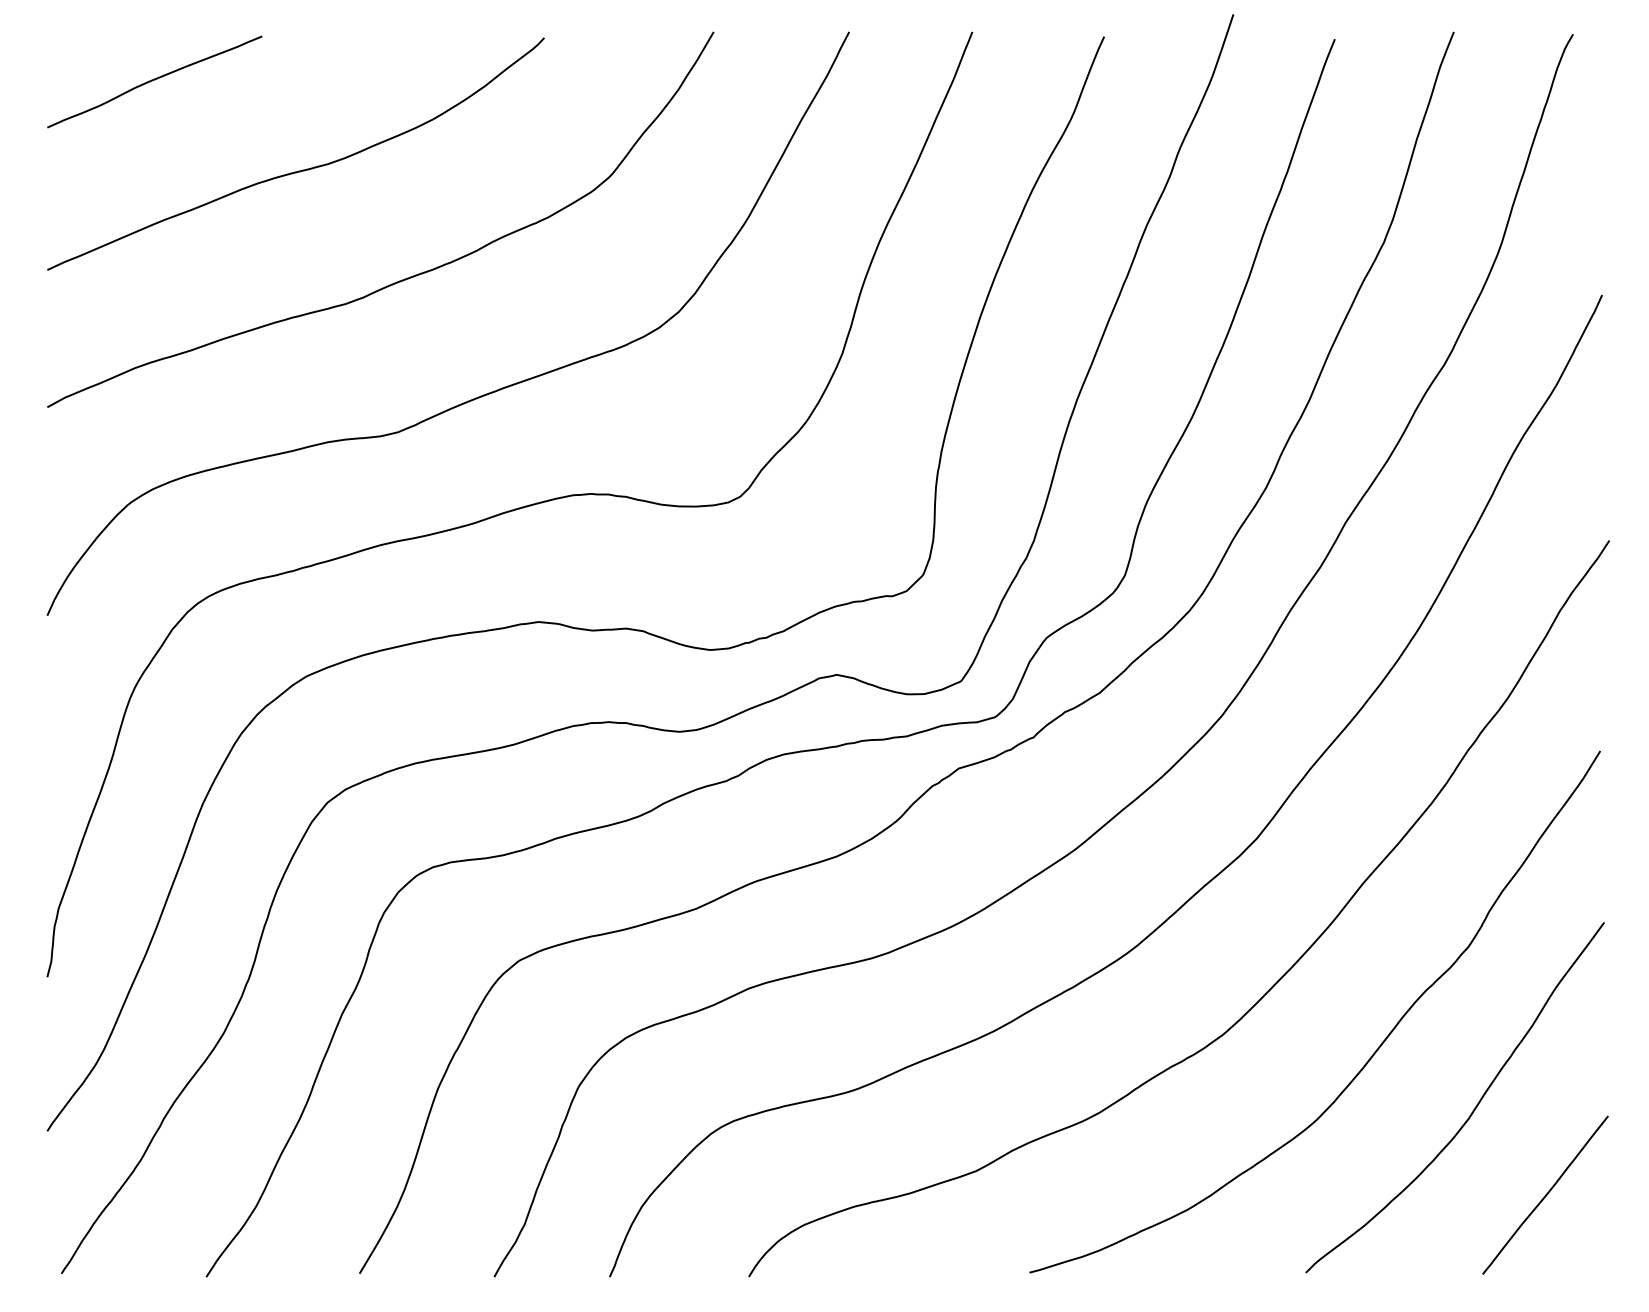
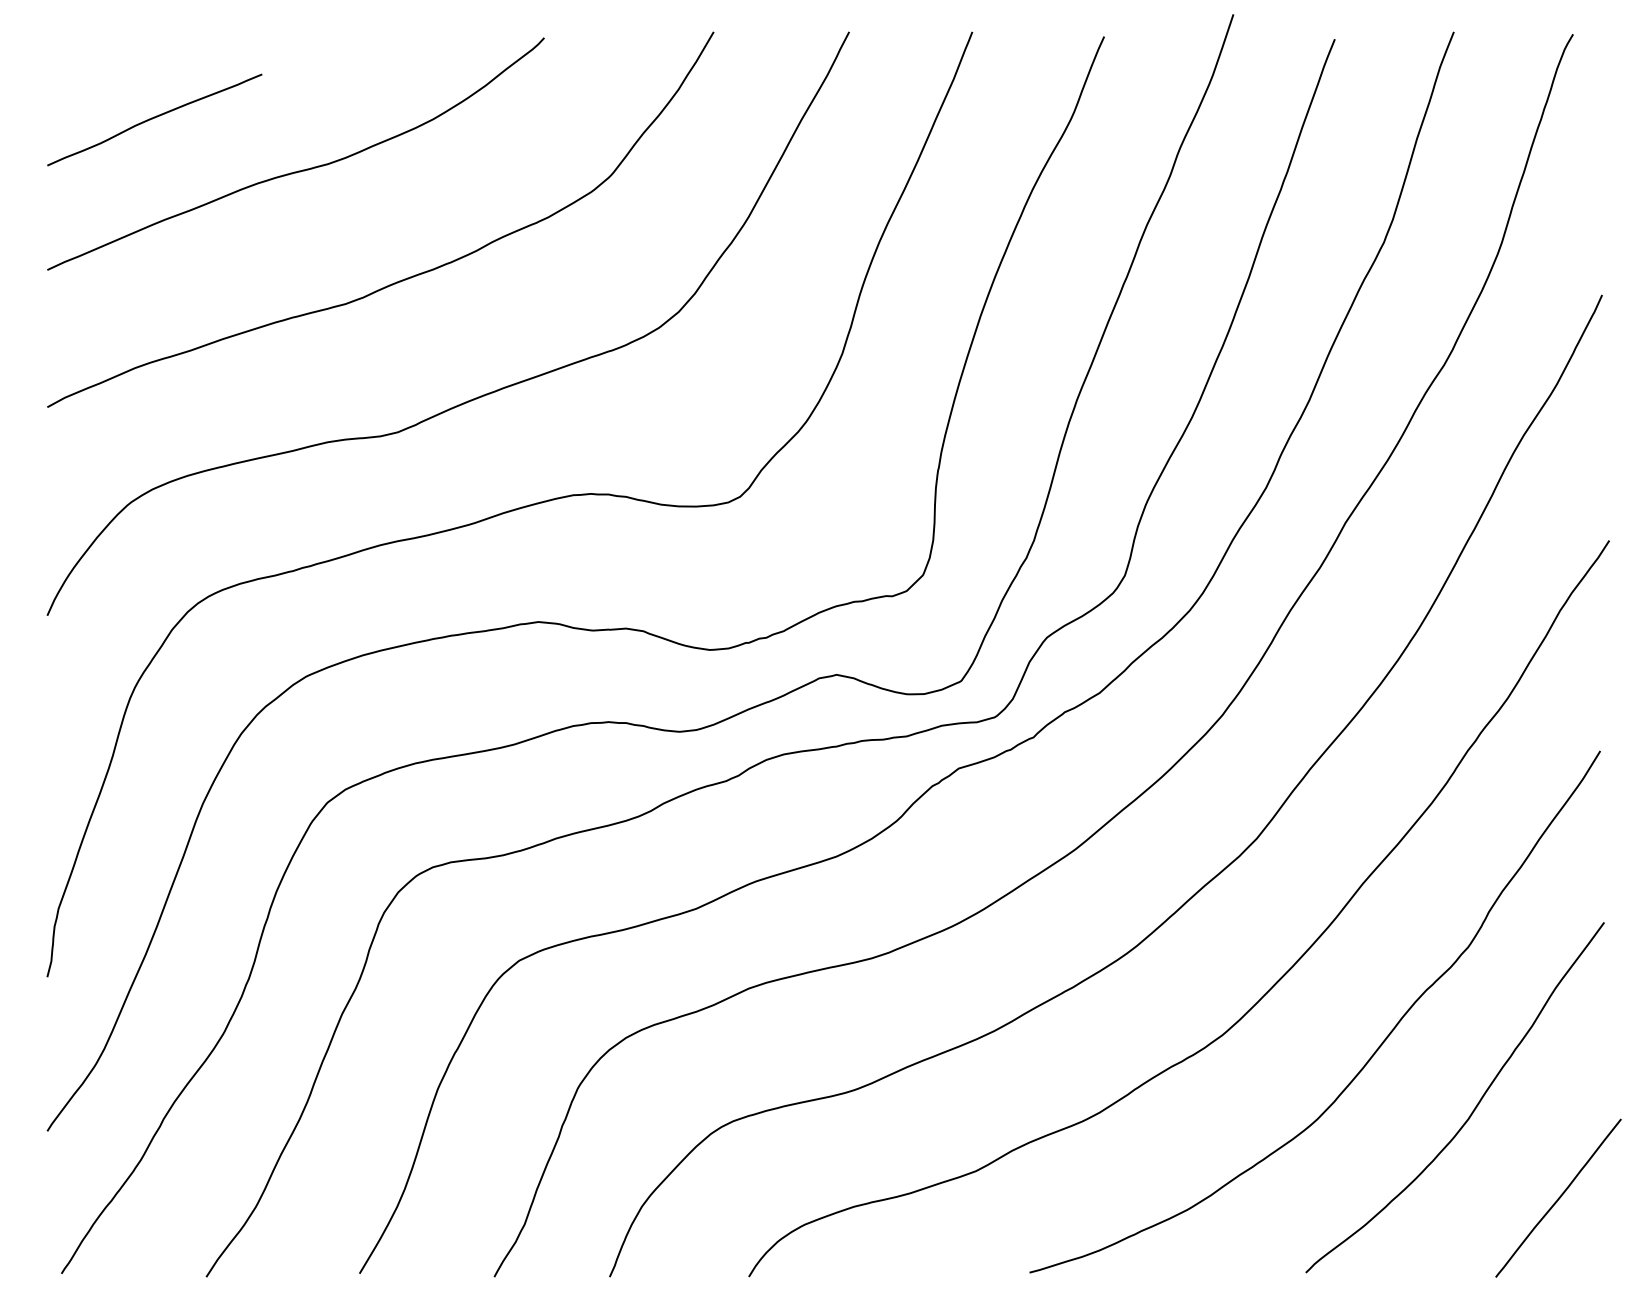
curve at (154, 80) position: (154, 80) -> (154, 118)
curve at (1545, 1194) position: (1545, 1194) -> (1558, 1197)
